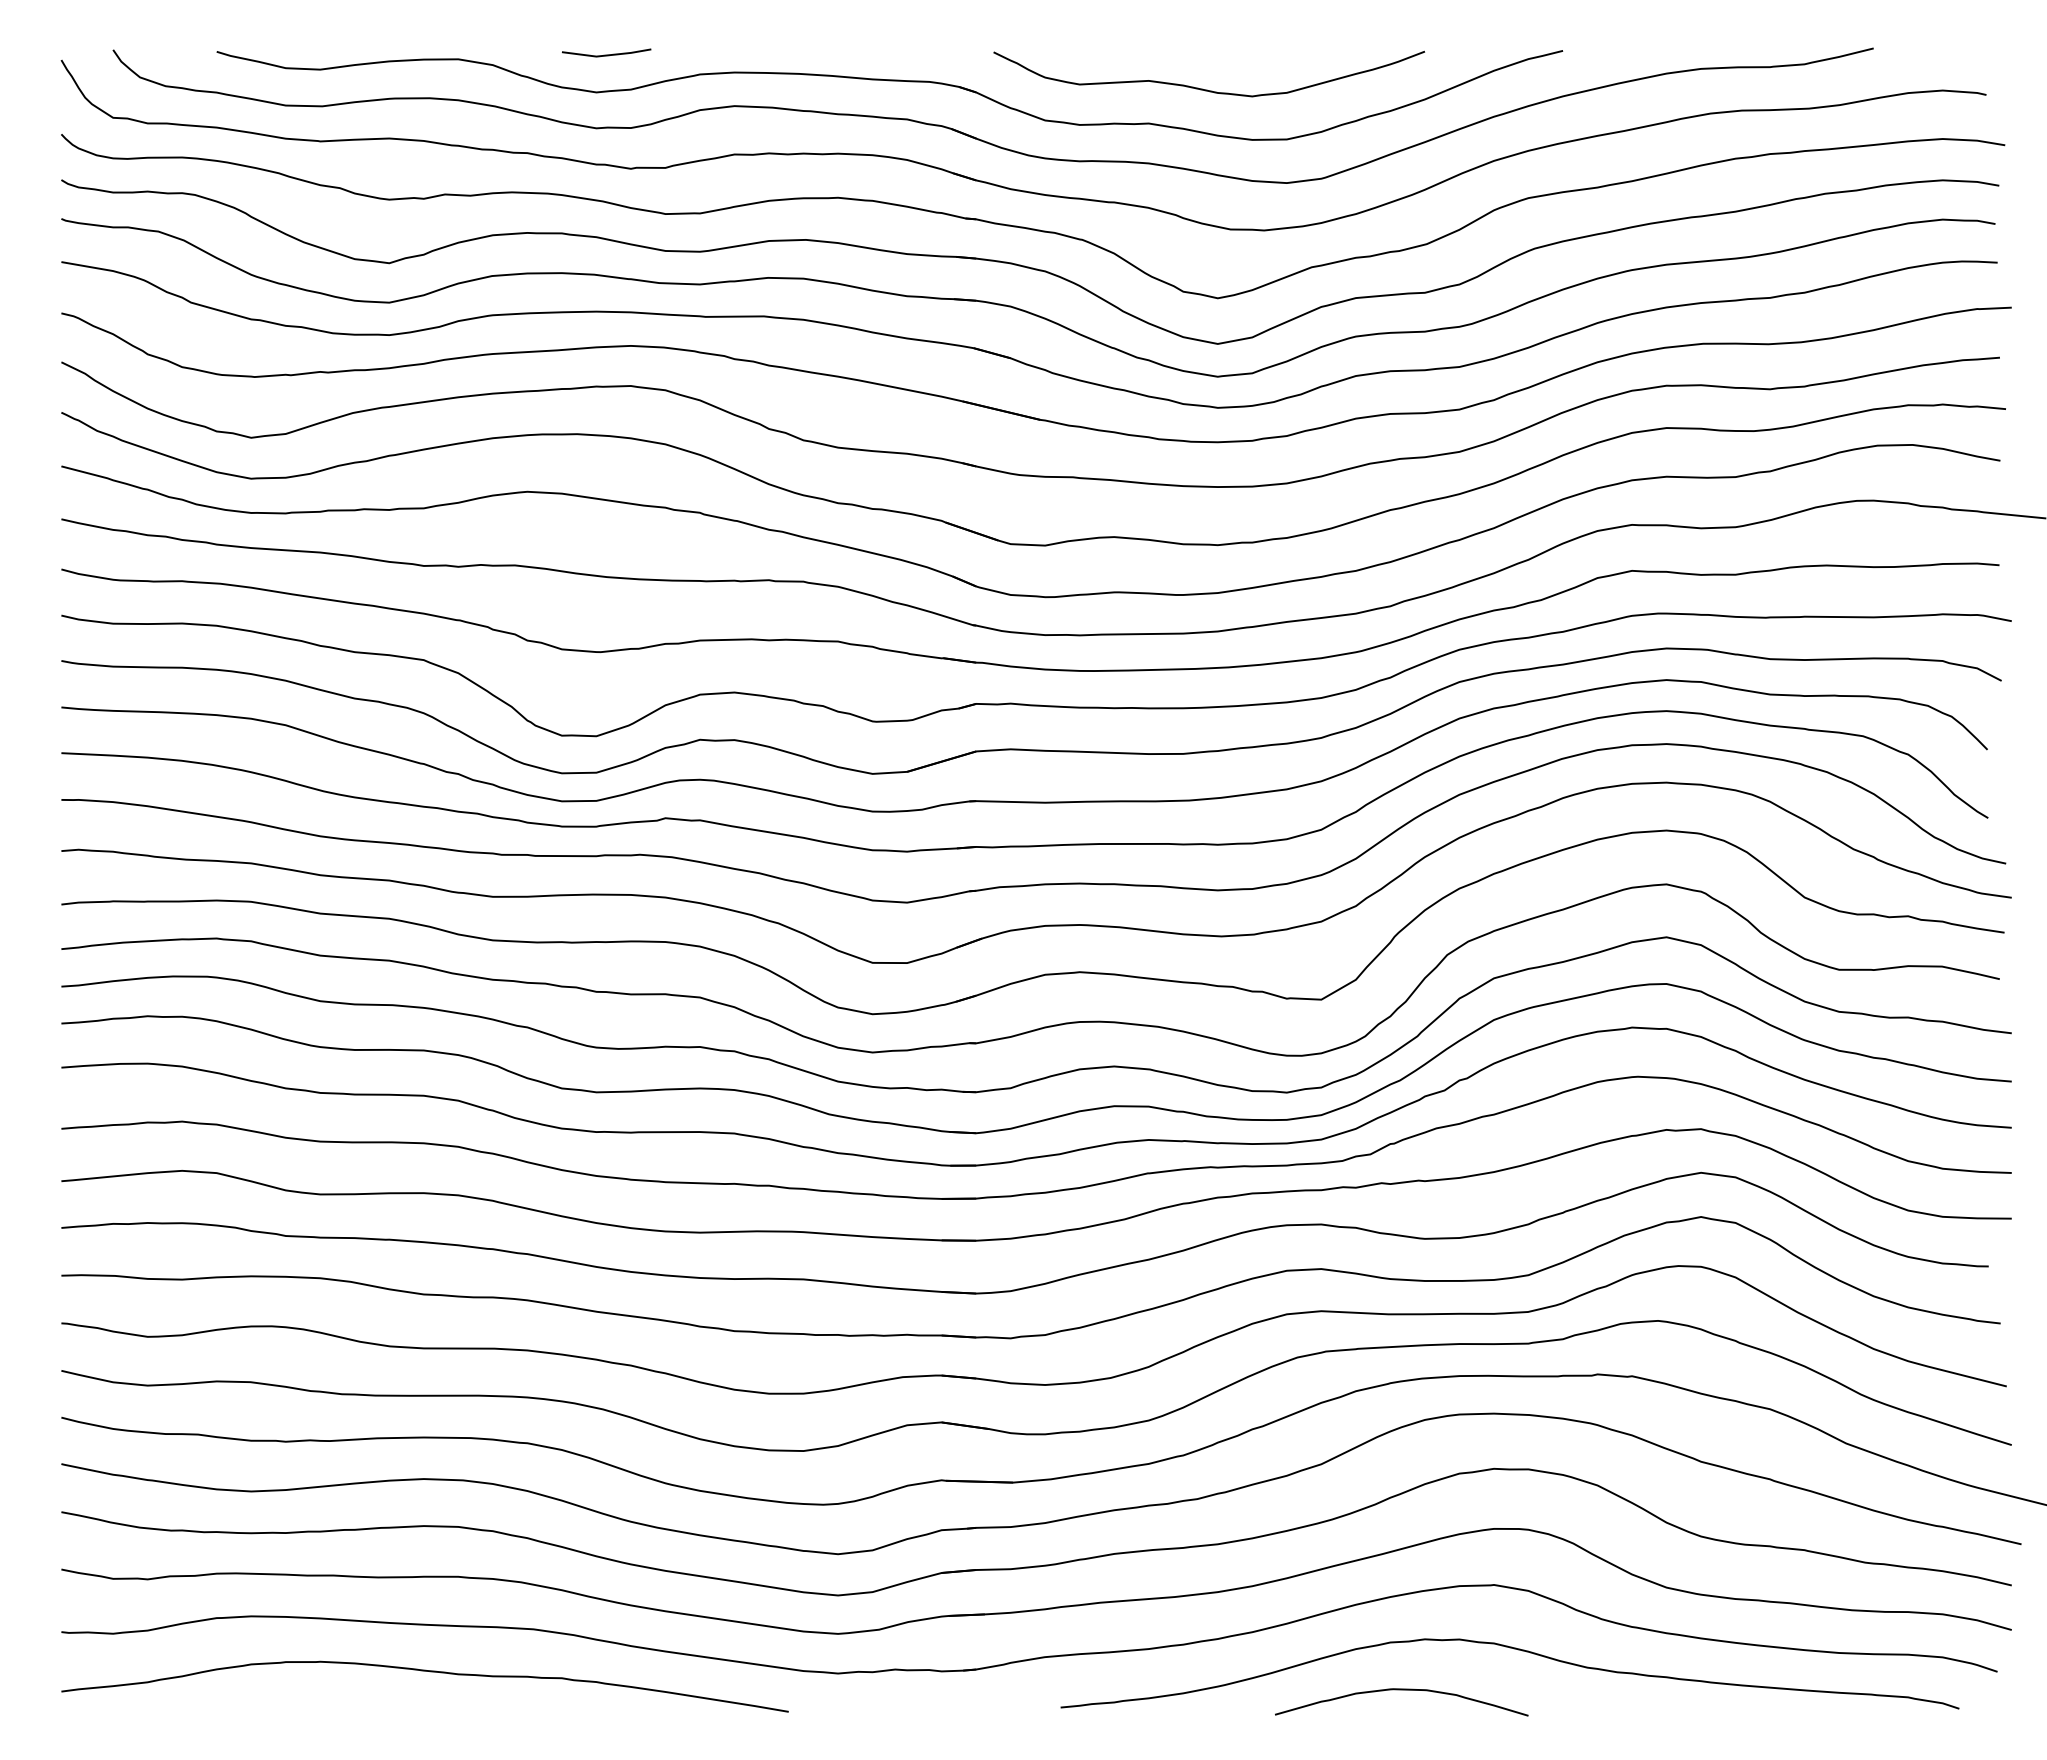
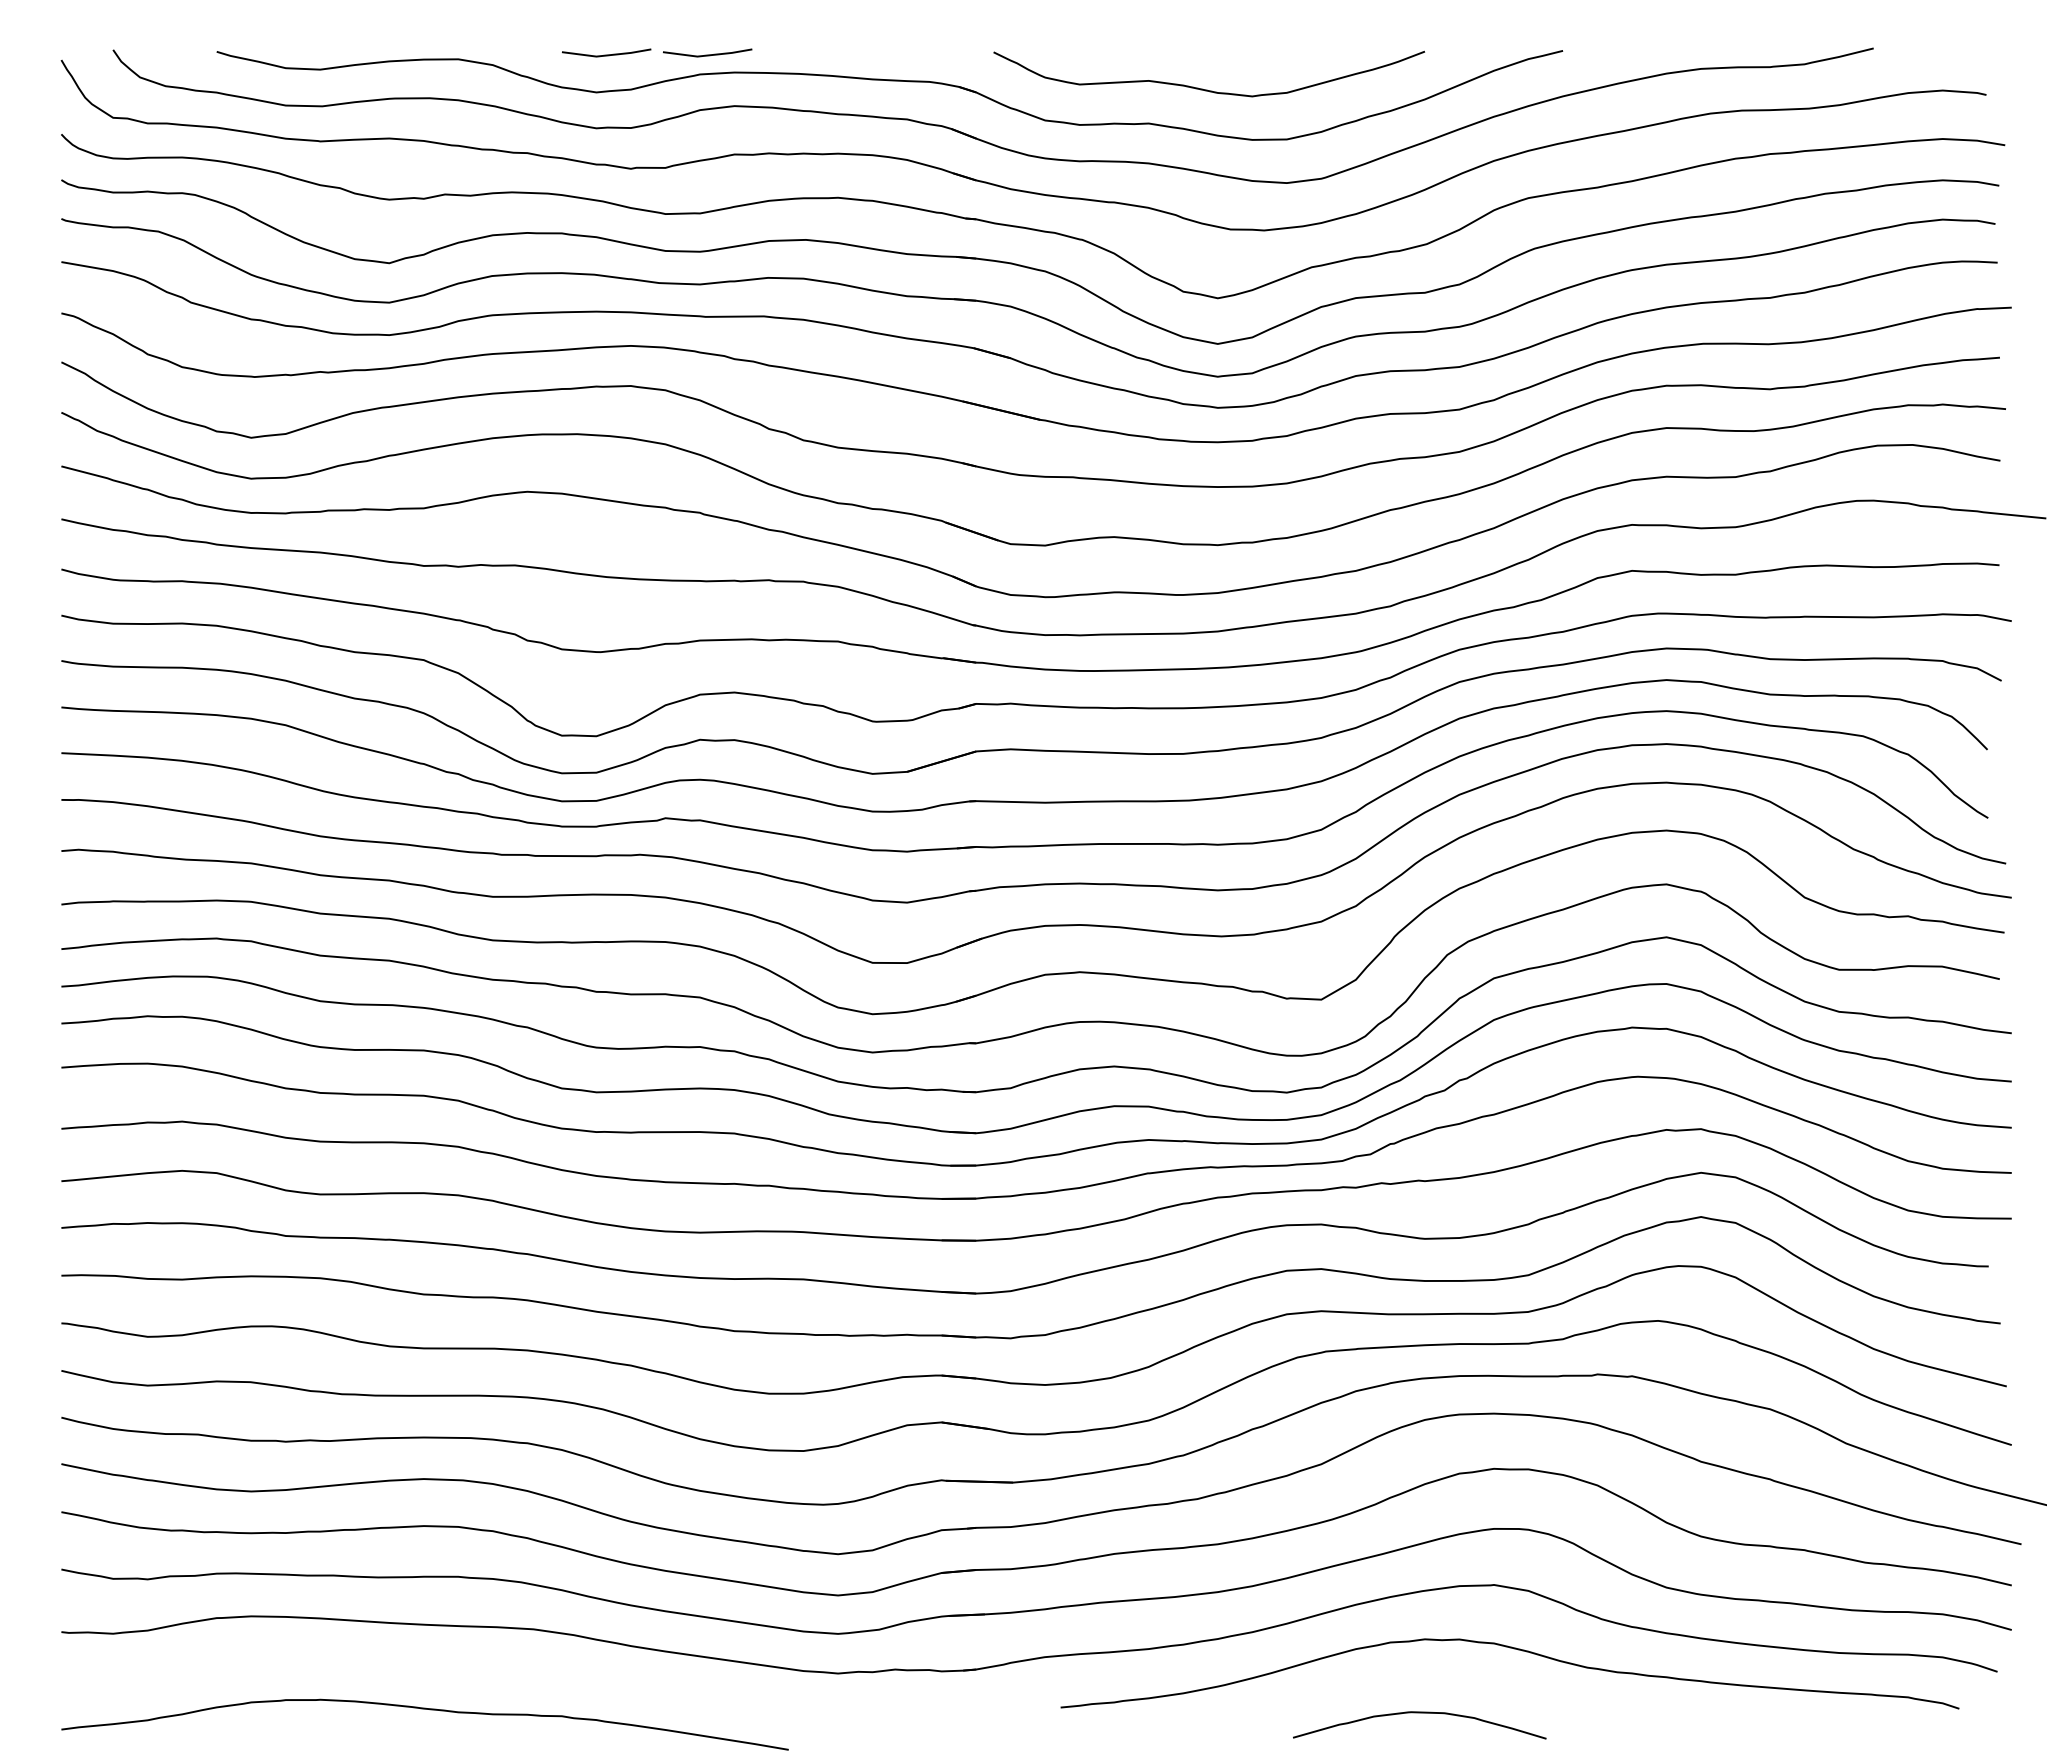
line at (707, 54): none -> present
curve at (424, 1671) position: (424, 1671) -> (424, 1709)
curve at (1401, 1690) position: (1401, 1690) -> (1419, 1713)
